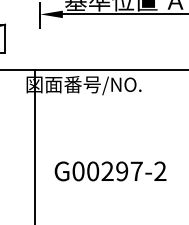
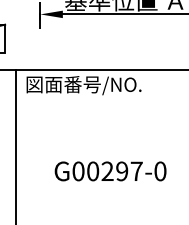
line at (35, 145) position: (35, 145) -> (16, 145)
text at (160, 171): G00297-2 -> G00297-0
